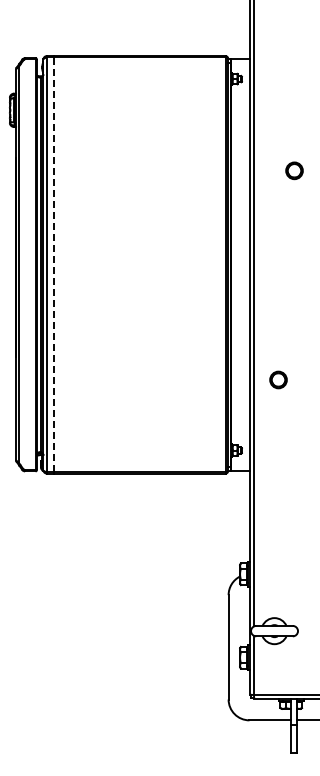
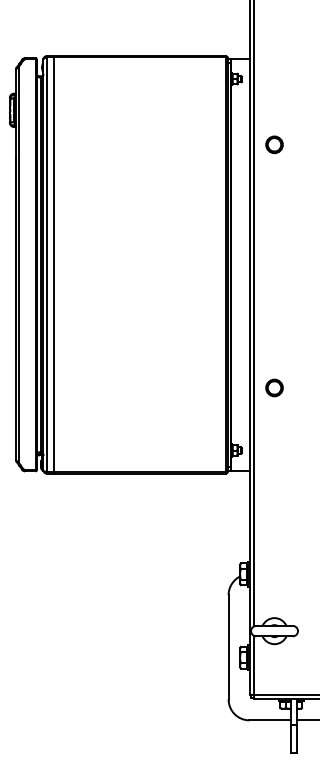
part at (294, 170) position: (294, 170) -> (274, 144)
line at (53, 264): dashed -> solid
part at (278, 379) position: (278, 379) -> (274, 387)
